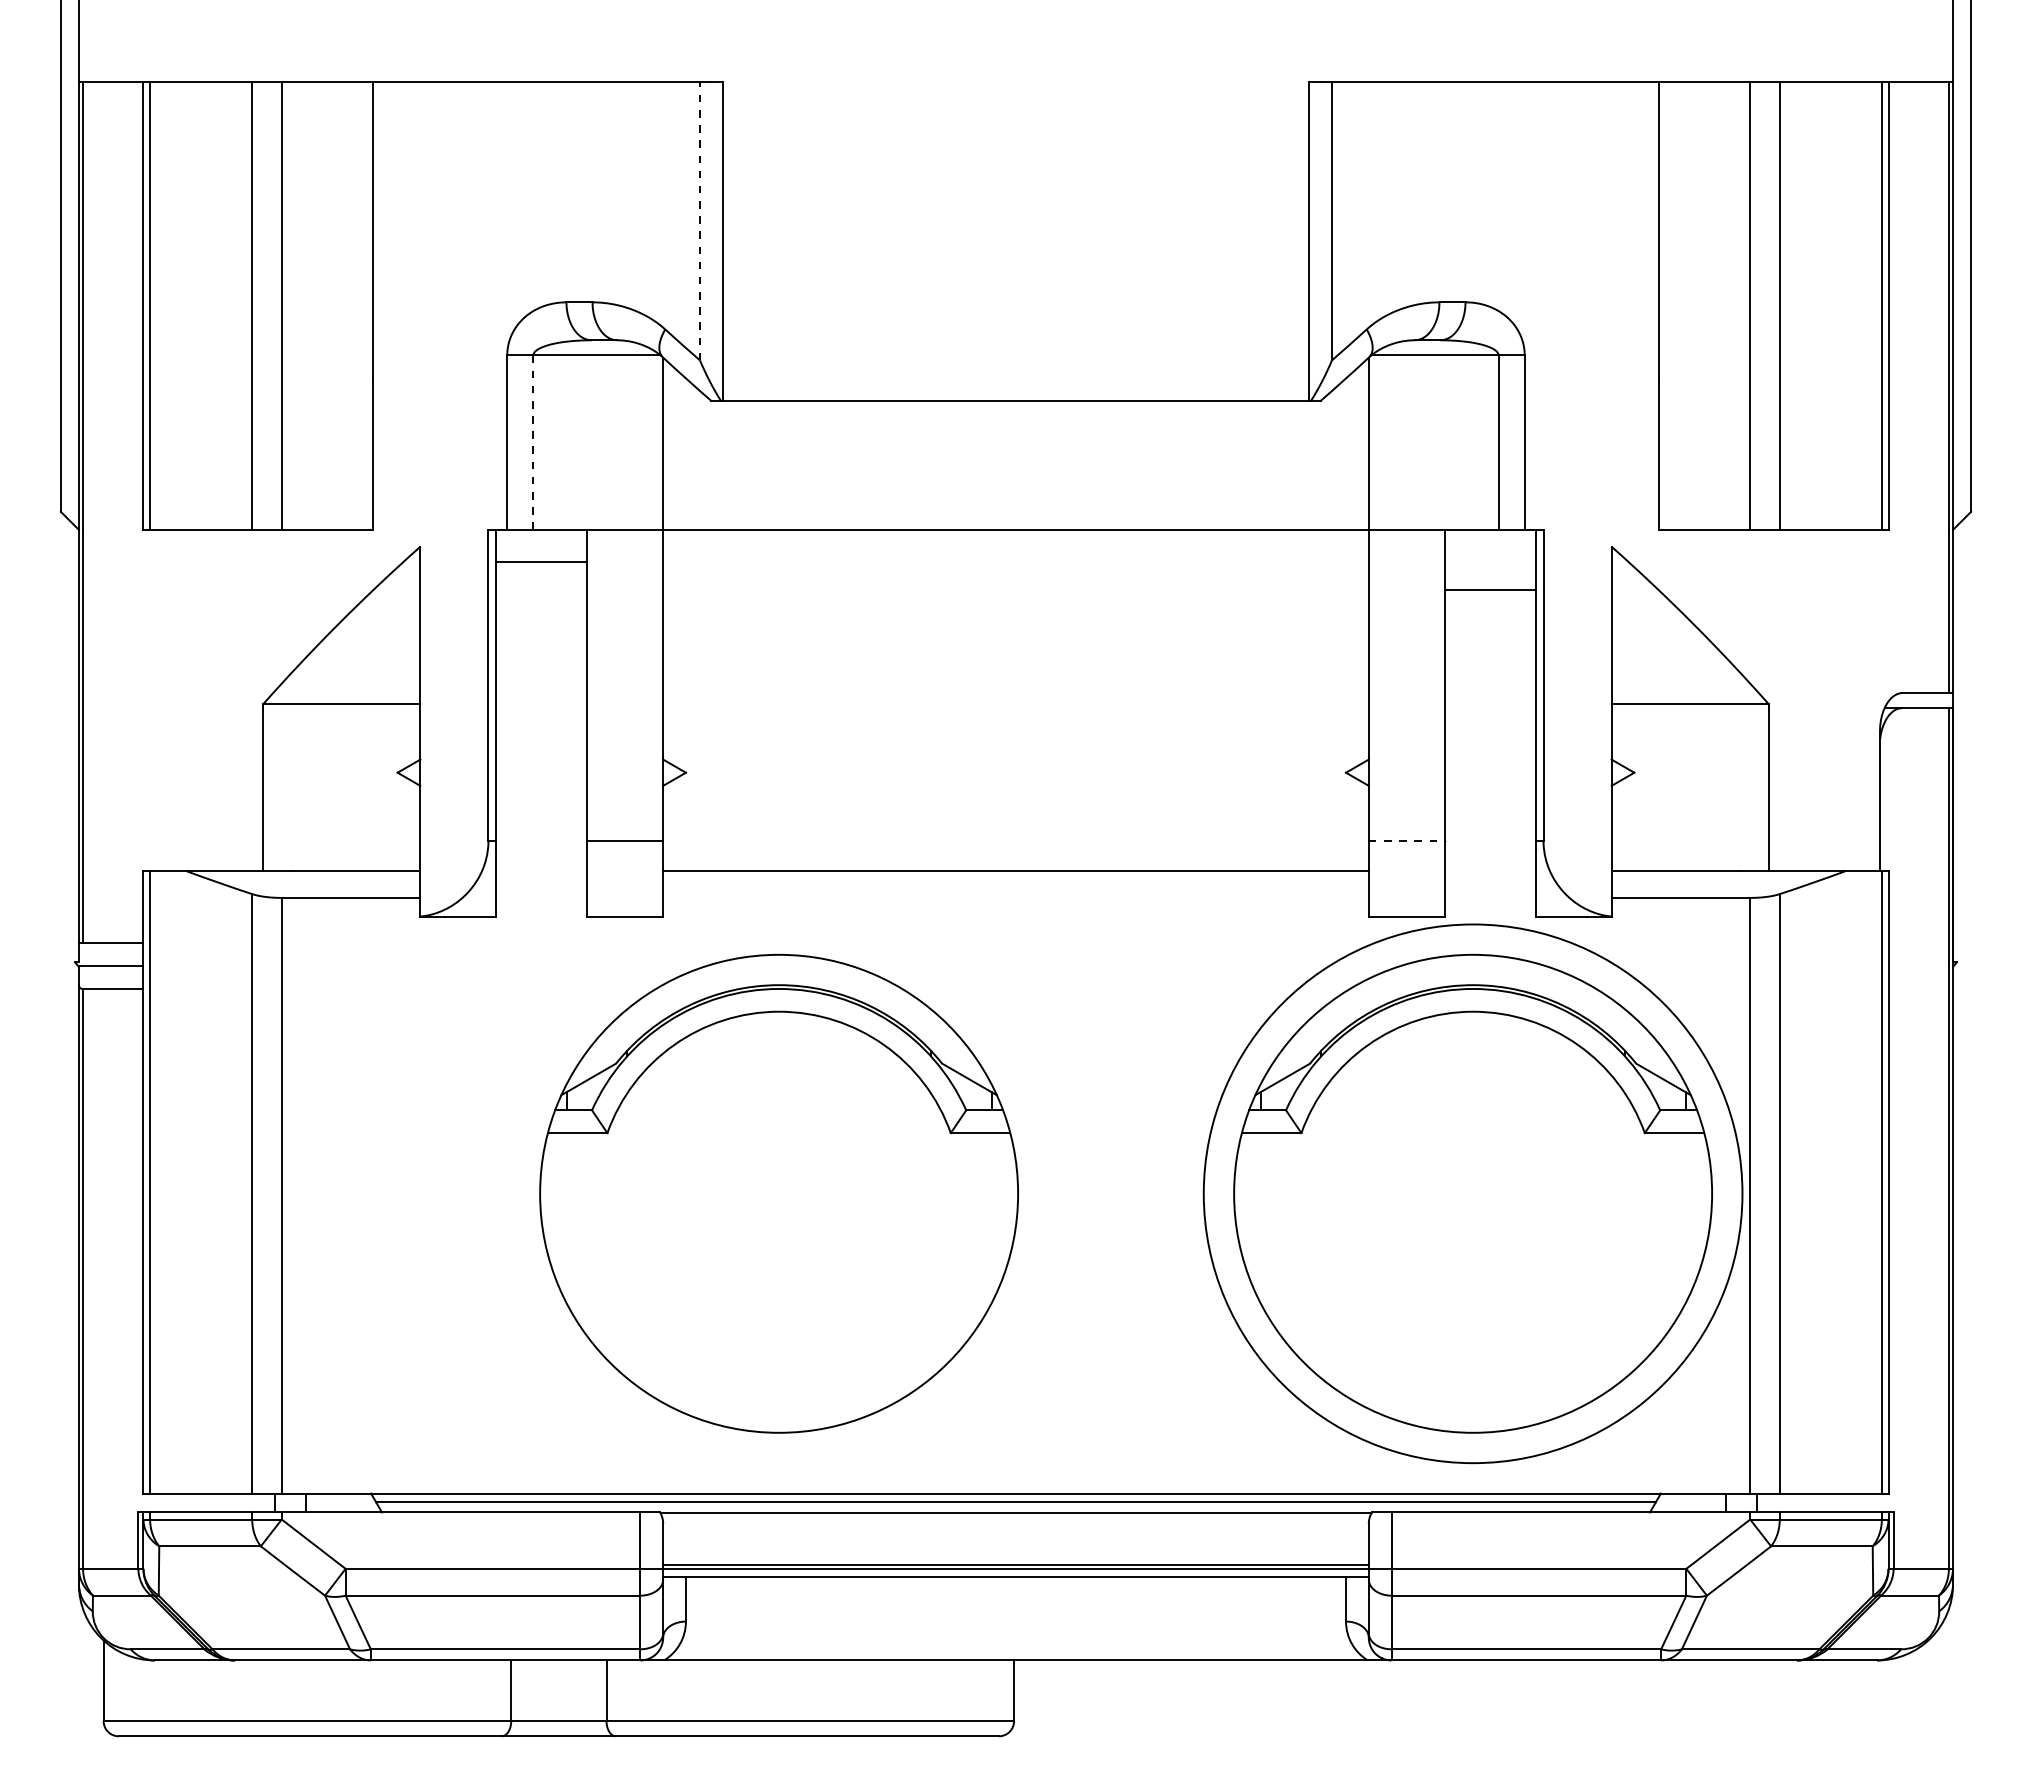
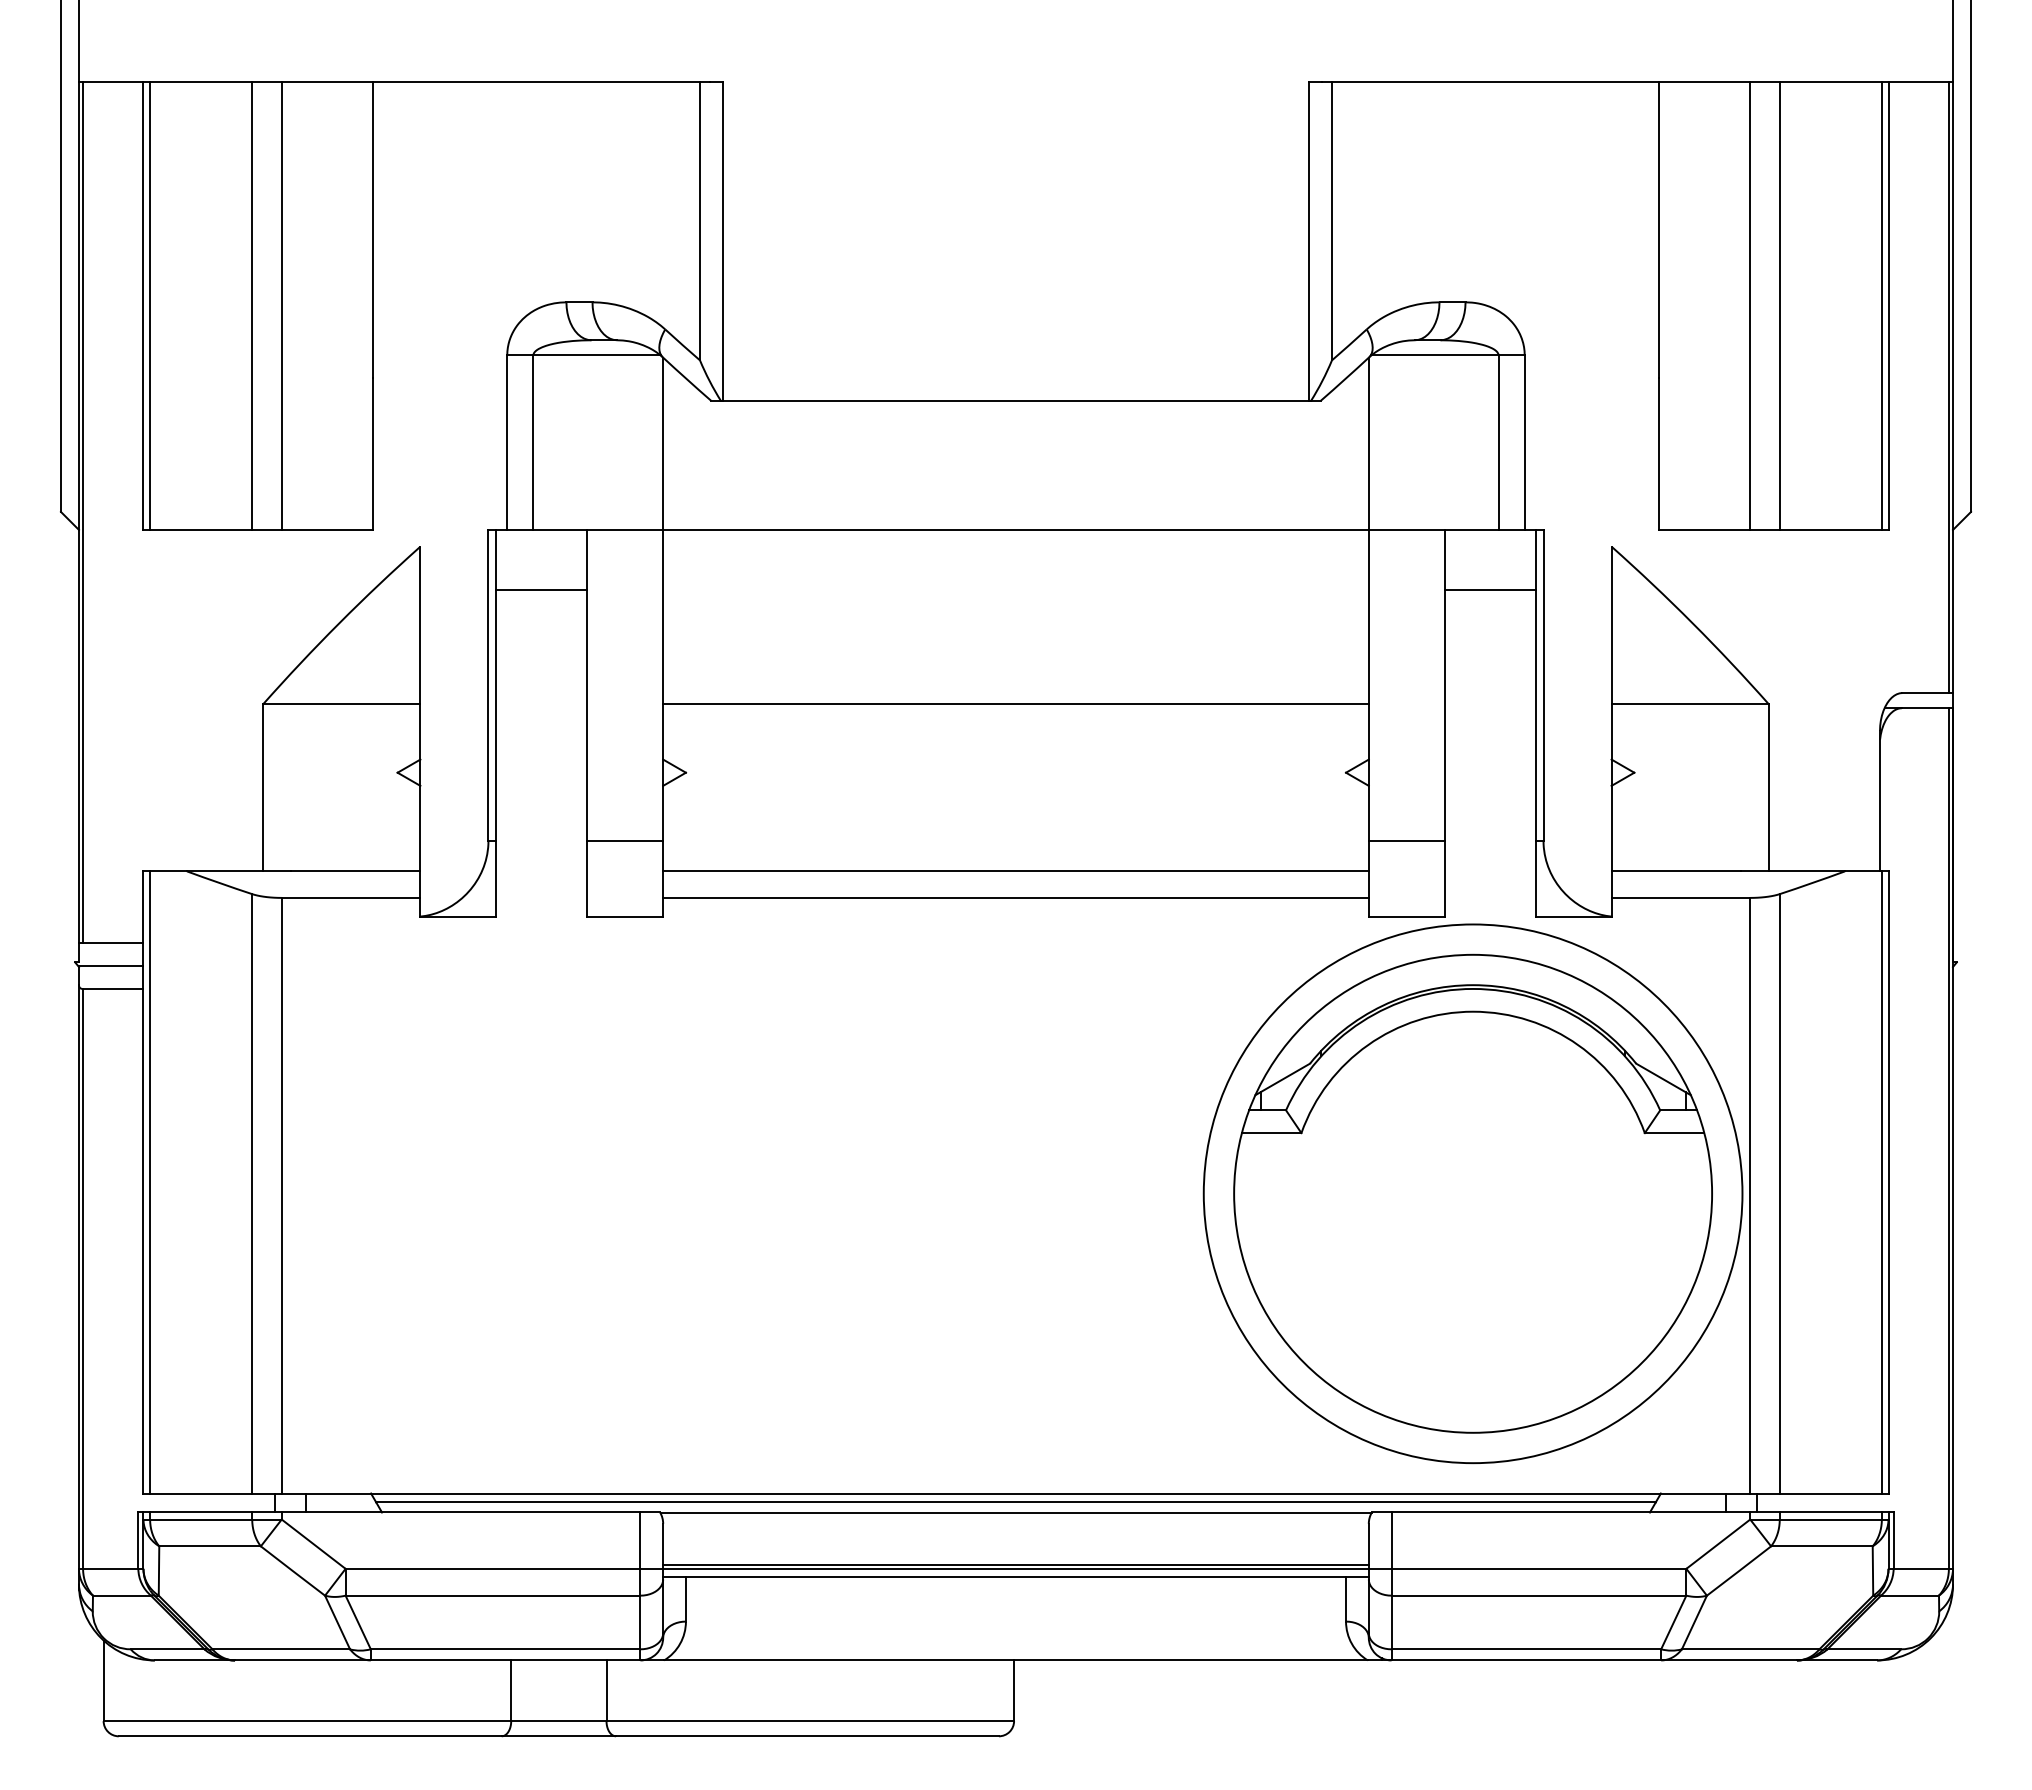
line at (699, 220): dashed -> solid
line at (533, 443): dashed -> solid
line at (541, 562) position: (541, 562) -> (541, 590)
line at (1015, 704): none -> present
line at (1406, 841): dashed -> solid
line at (1015, 897): none -> present
part at (778, 1193): present -> none
